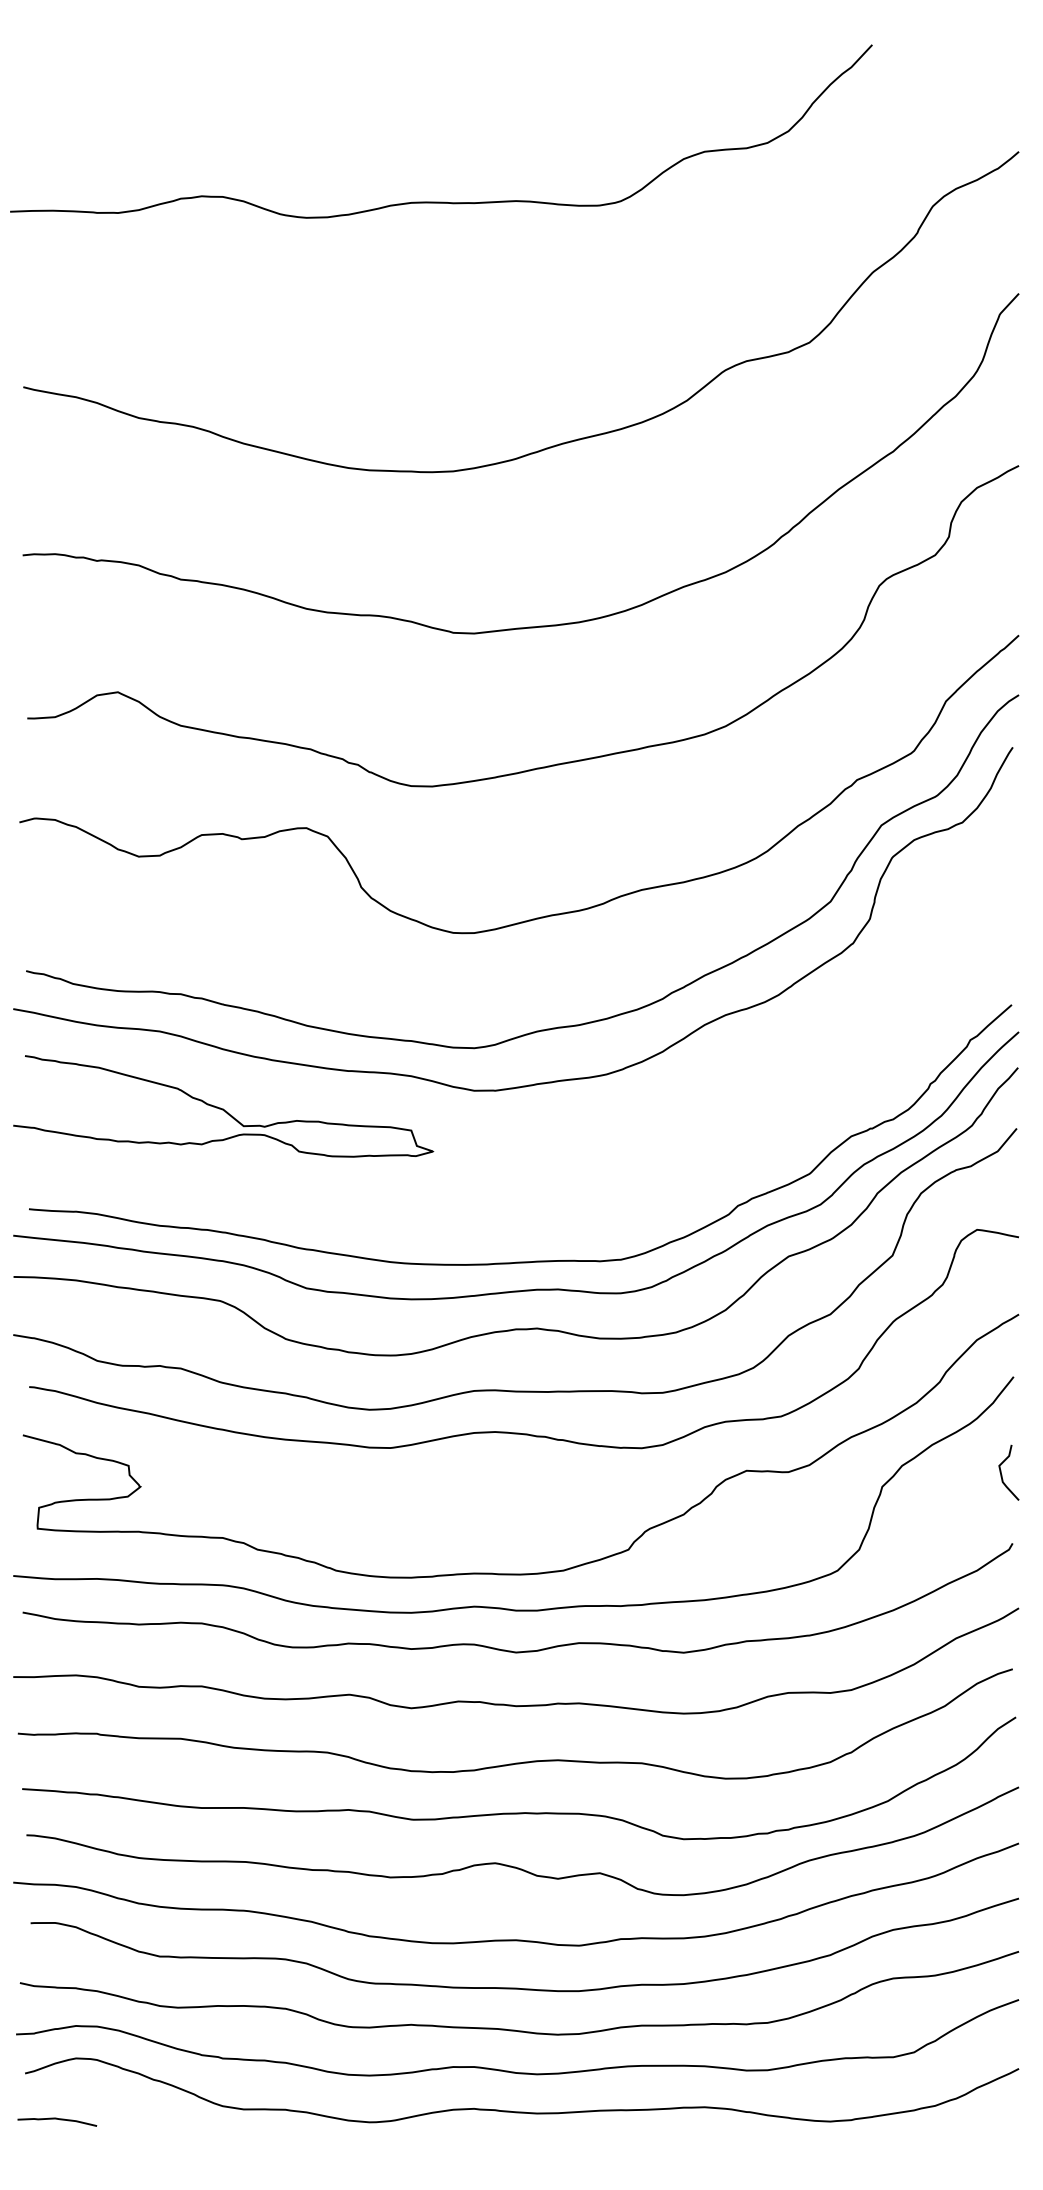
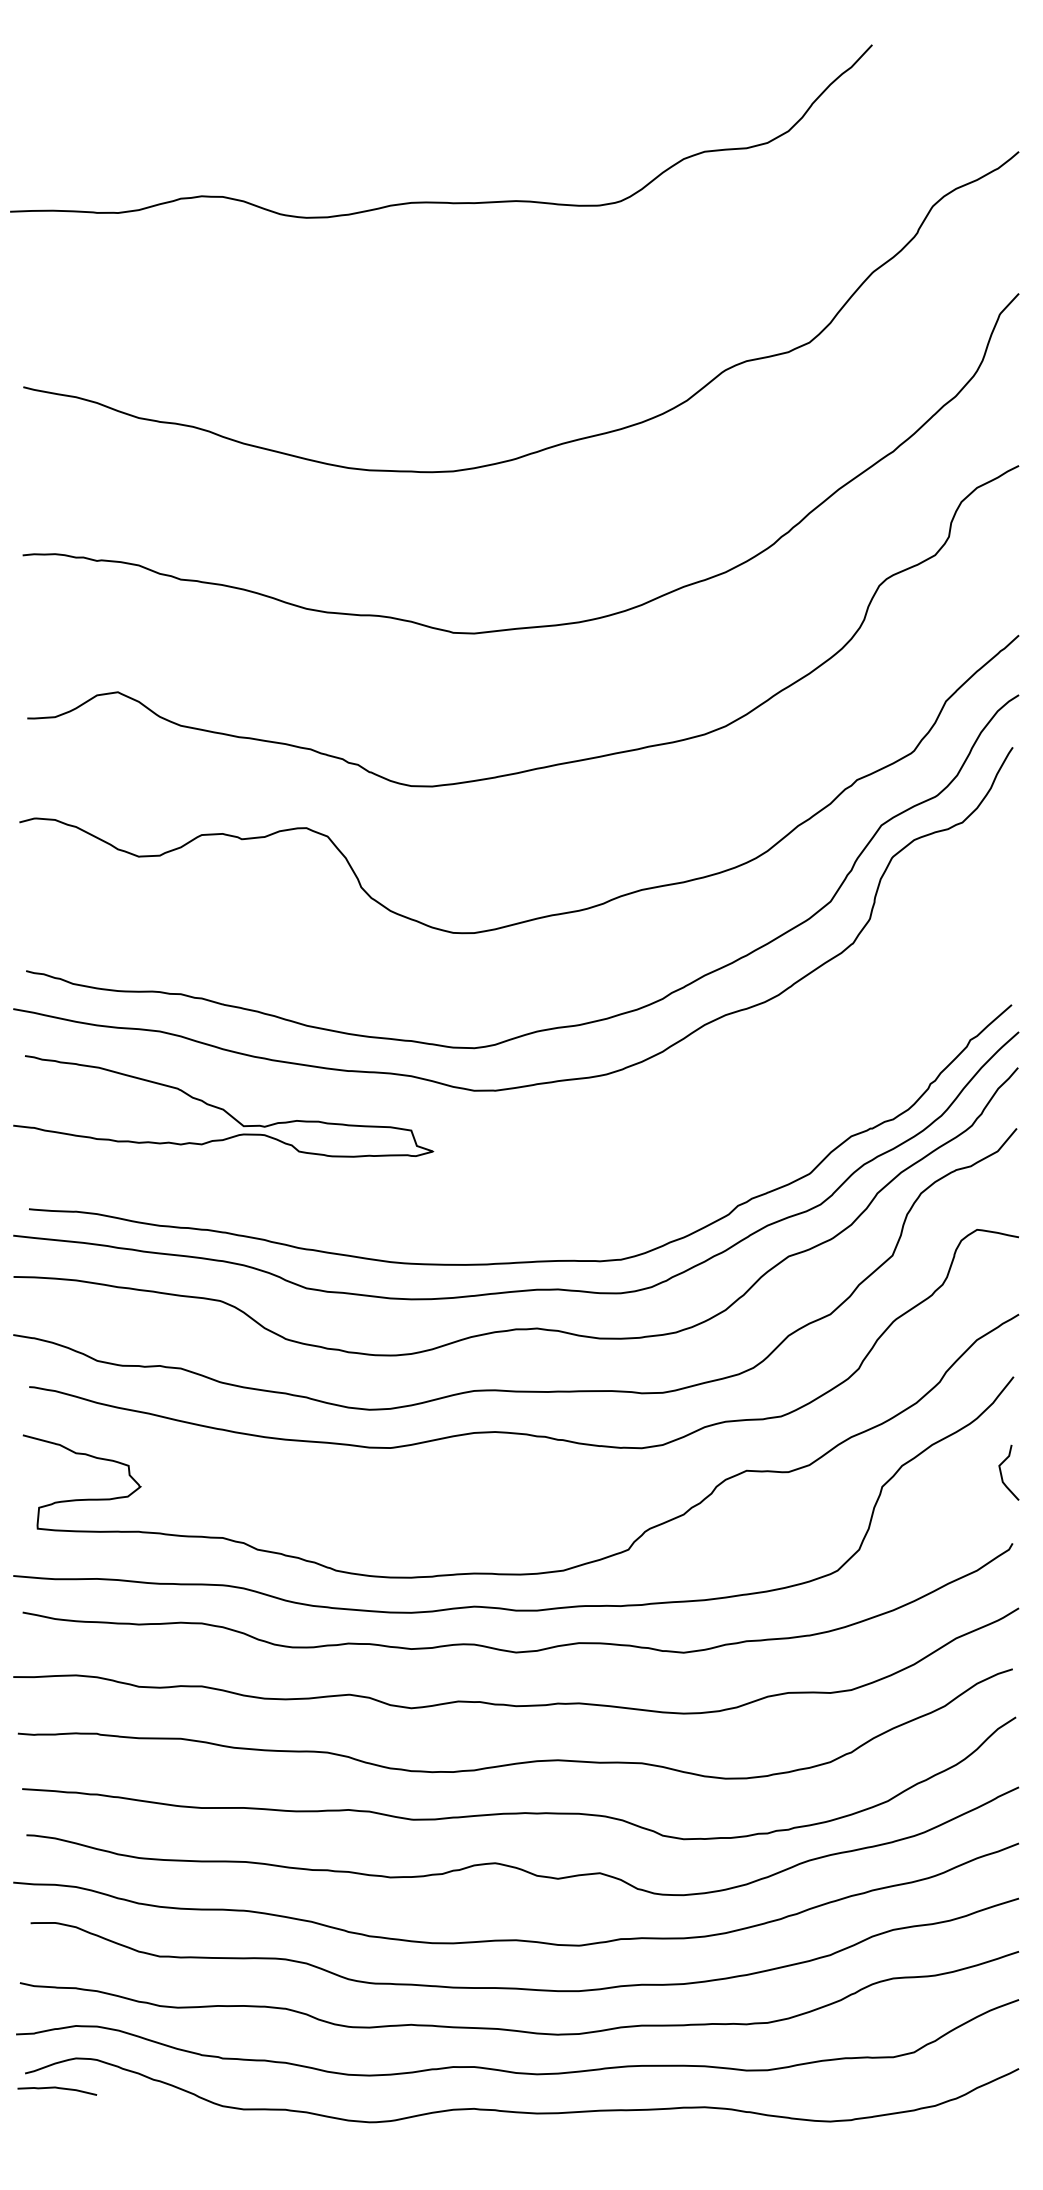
curve at (57, 2119) position: (57, 2119) -> (57, 2088)
